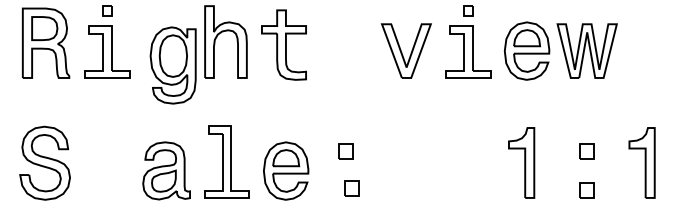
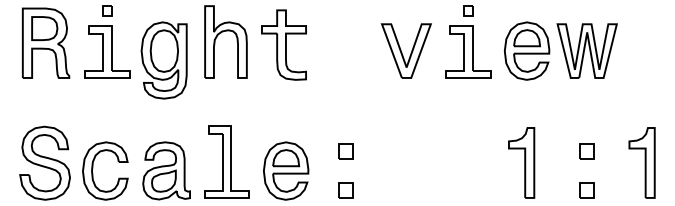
part at (172, 65) position: (172, 65) -> (163, 60)
part at (93, 168): none -> present
part at (351, 188) position: (351, 188) -> (345, 190)
